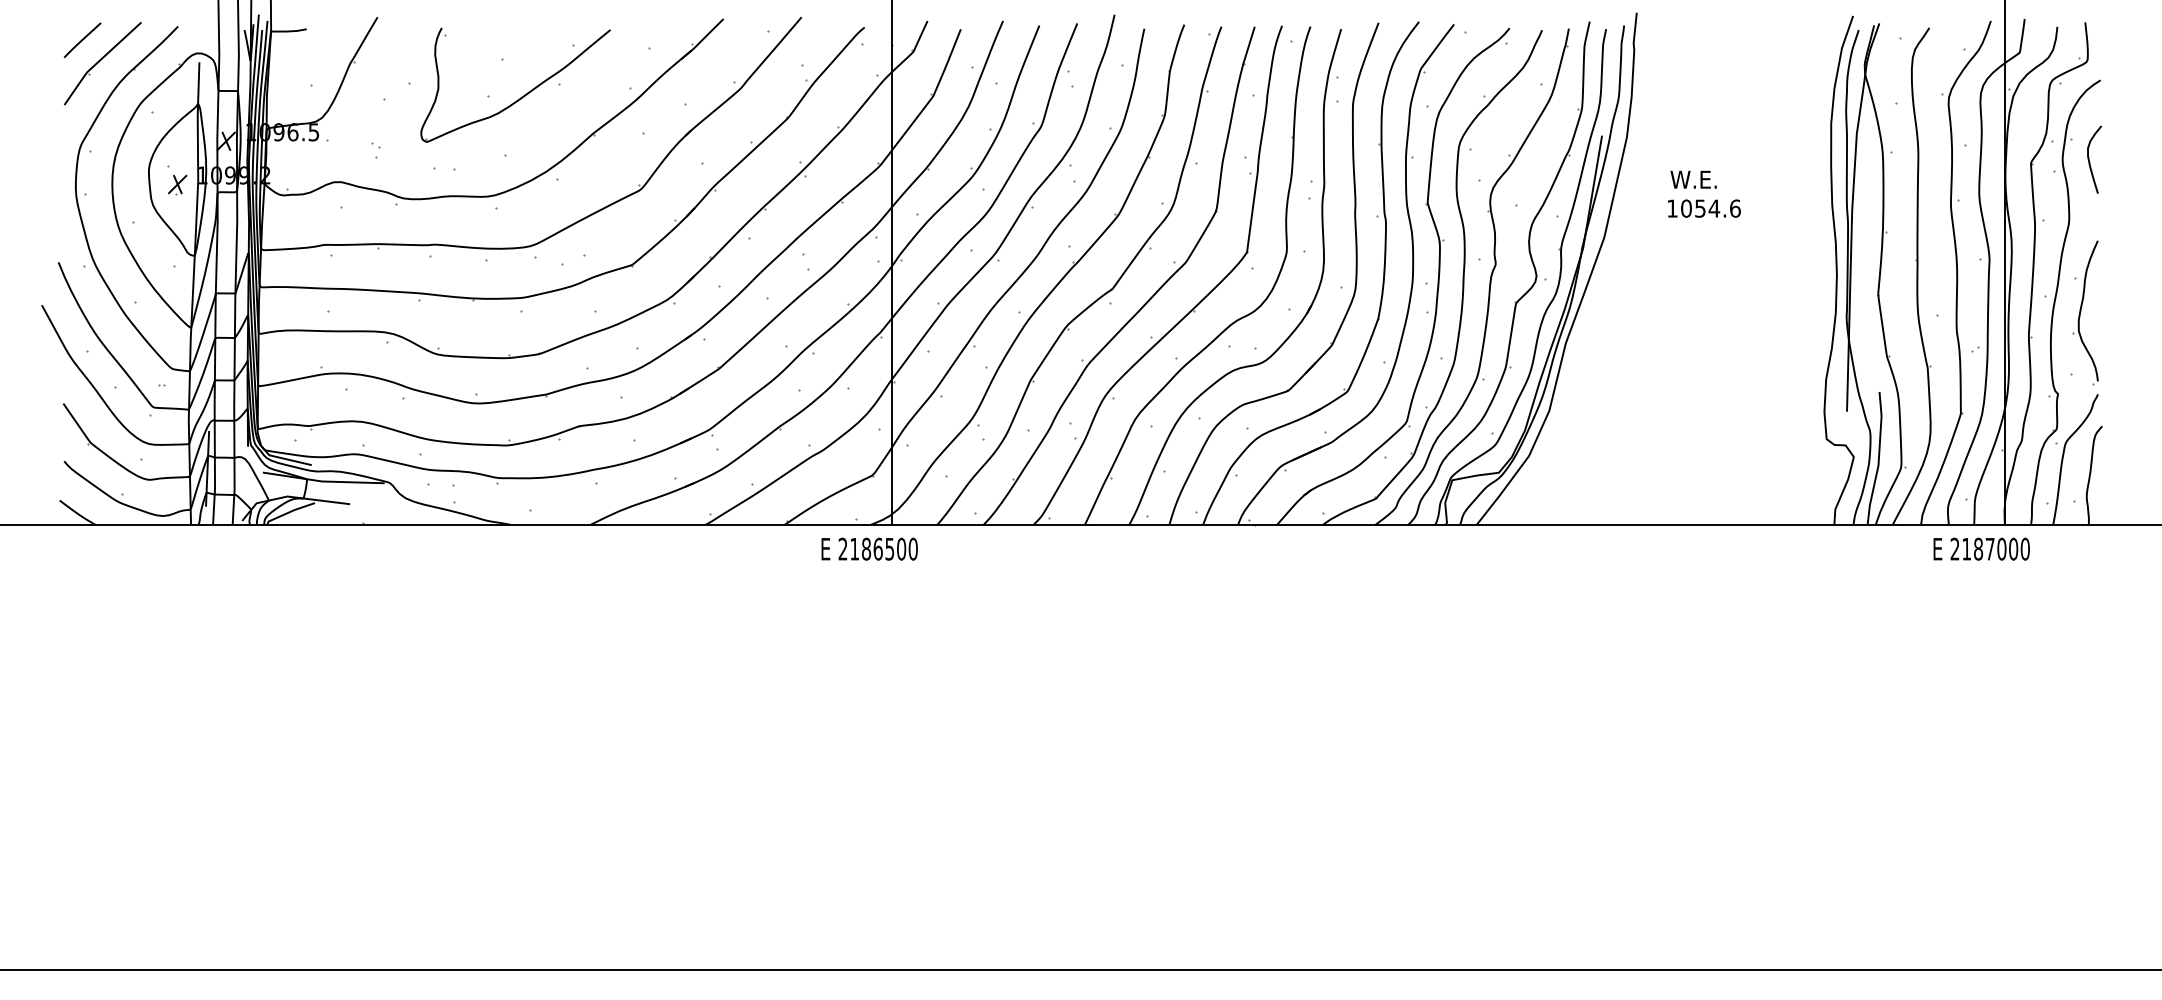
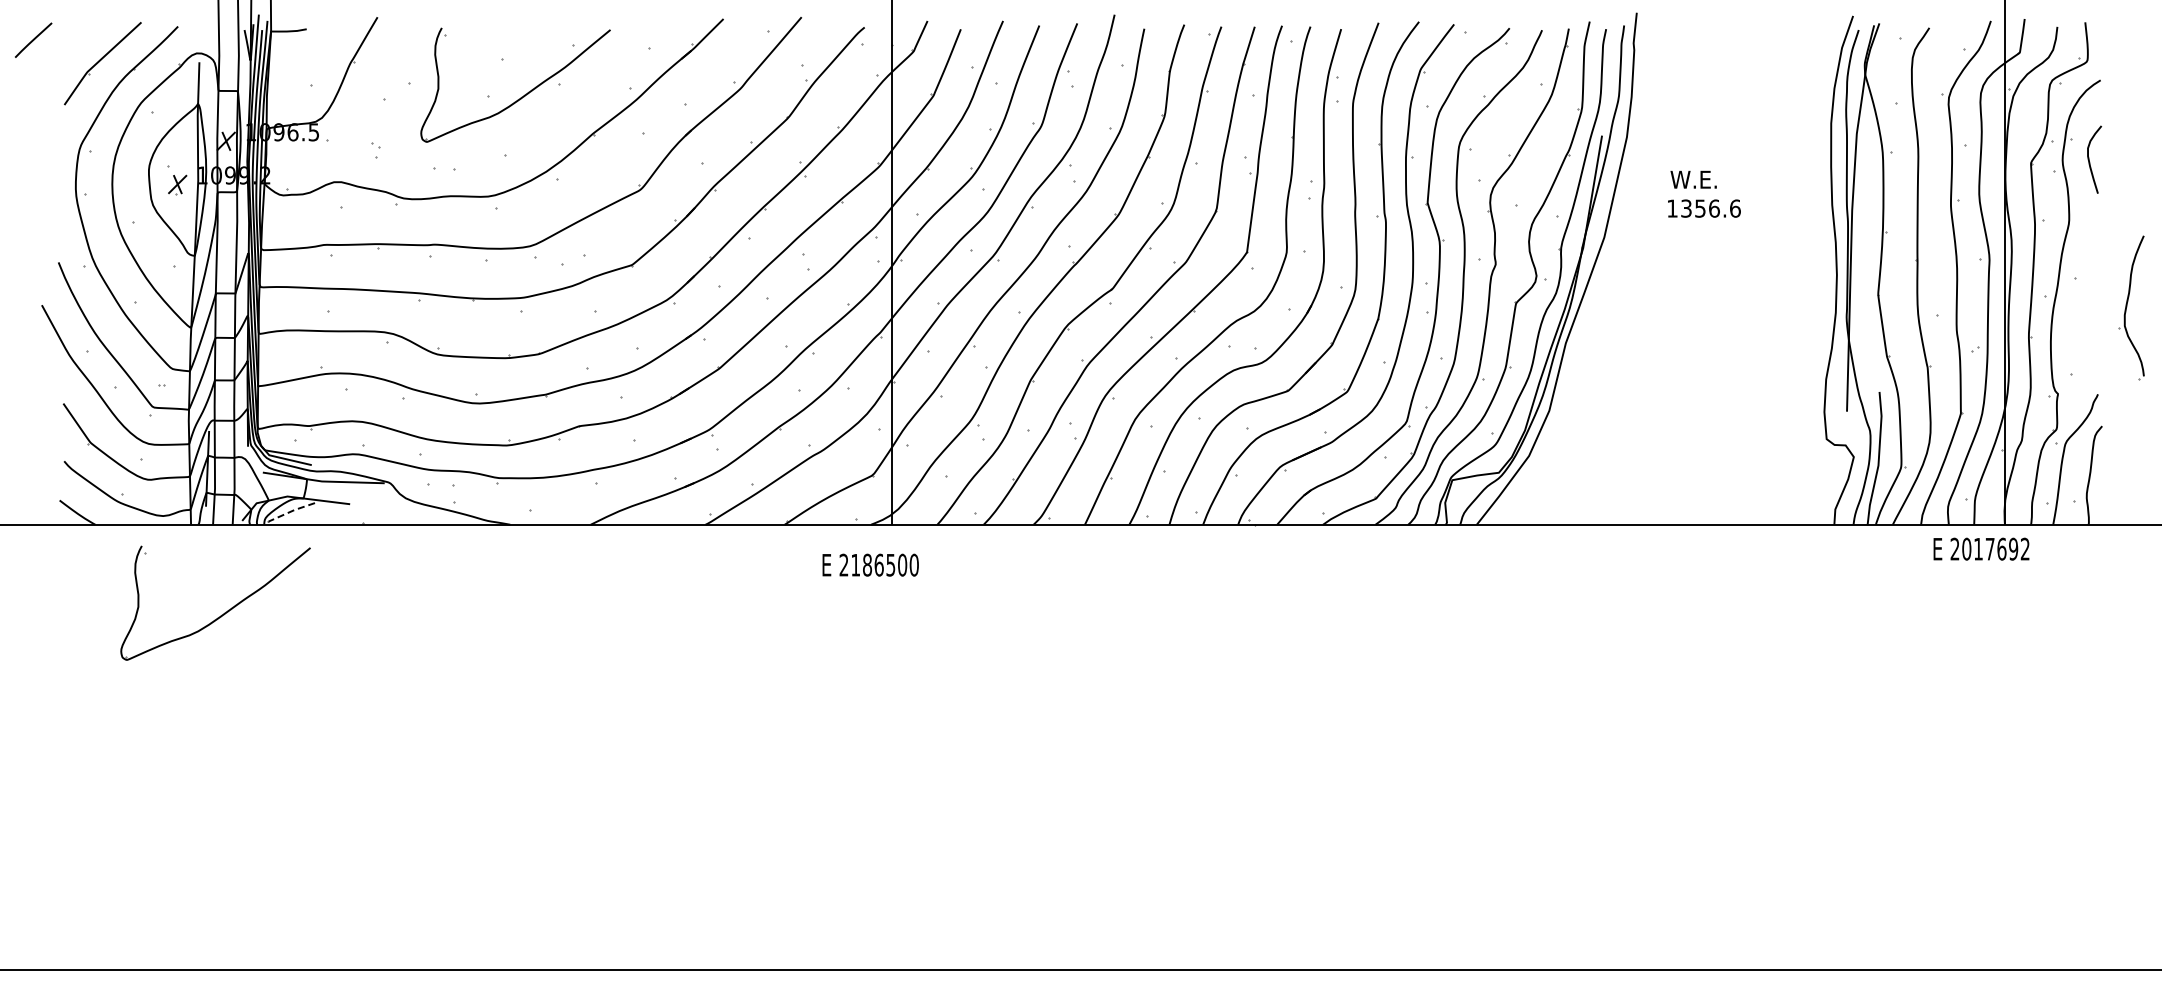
line at (82, 39) position: (82, 39) -> (33, 39)
text at (1700, 208): 1054.6 -> 1356.6
part at (2085, 312) position: (2085, 312) -> (2131, 307)
line at (289, 512): solid -> dashed
text at (869, 548) position: (869, 548) -> (870, 564)
text at (1995, 548): 2187000 -> 2017692
part at (221, 614): none -> present
